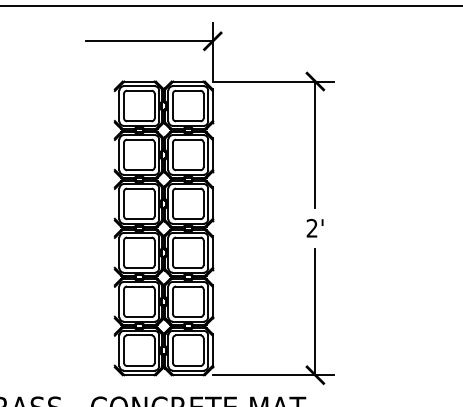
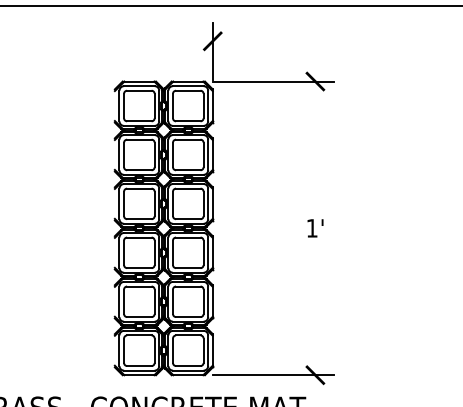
line at (149, 41): present -> none
line at (315, 144): present -> none
text at (311, 227): 2' -> 1'
line at (315, 312): present -> none
